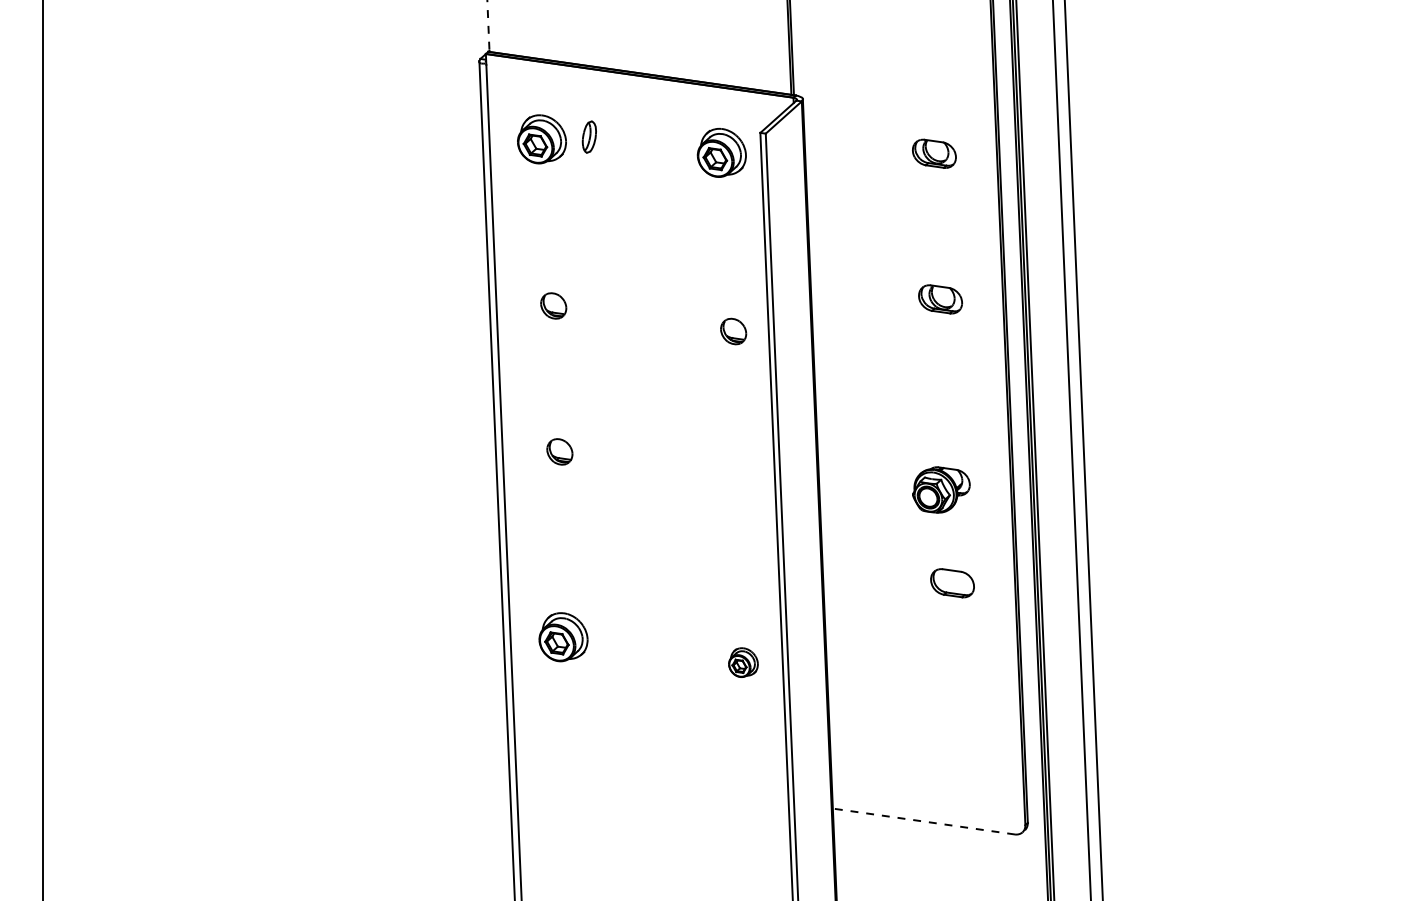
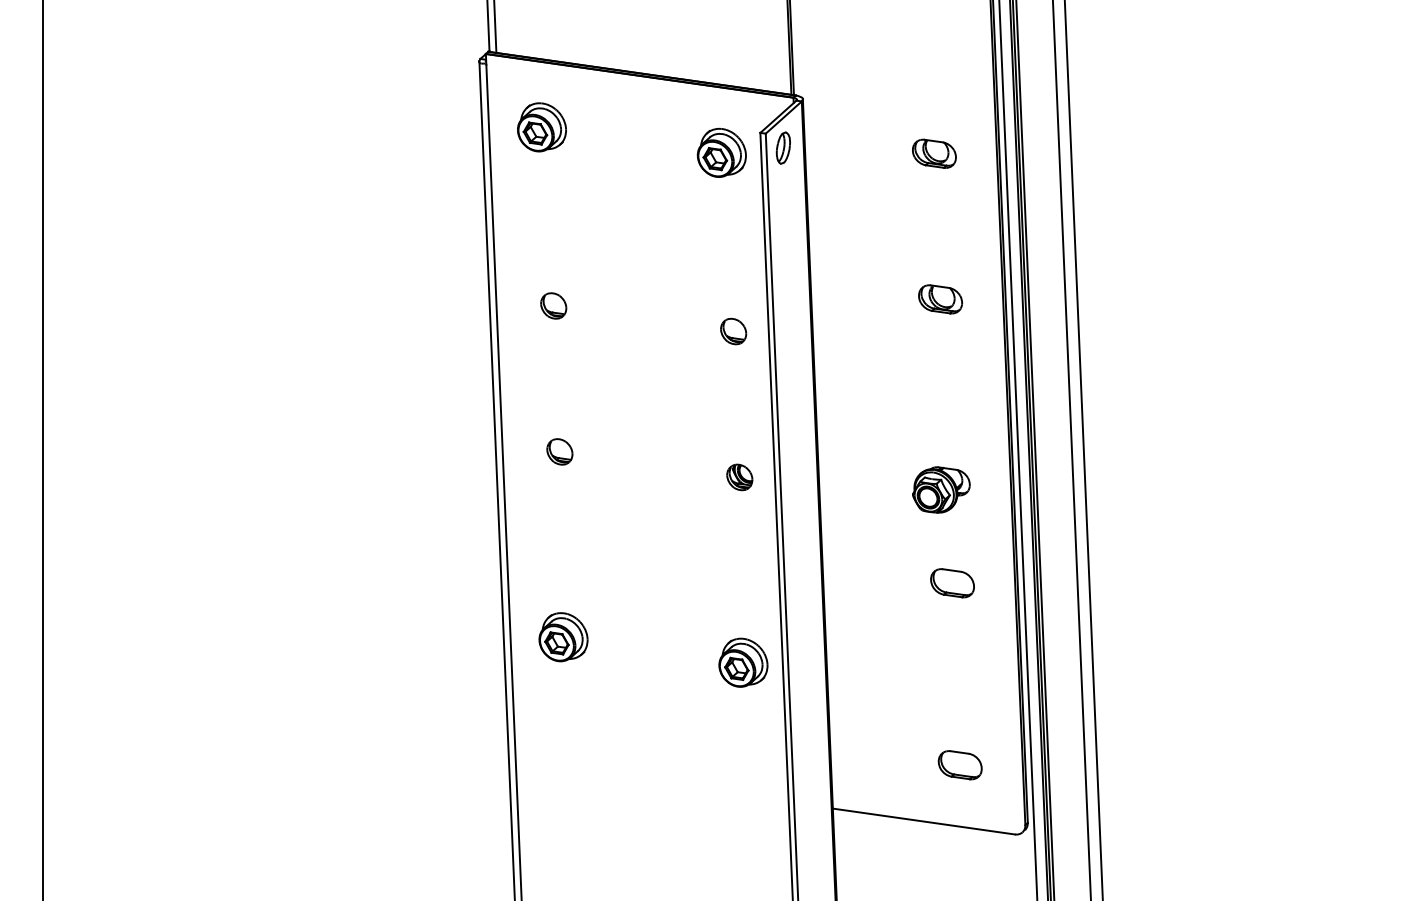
line at (488, 26): dashed -> solid
line at (495, 27): none -> present
part at (588, 136) position: (588, 136) -> (782, 147)
part at (541, 139) position: (541, 139) -> (541, 127)
line at (1018, 449): none -> present
part at (739, 477): none -> present
part at (743, 662) size: 31x31 px -> 51x51 px
part at (959, 765): none -> present
line at (923, 821): dashed -> solid
